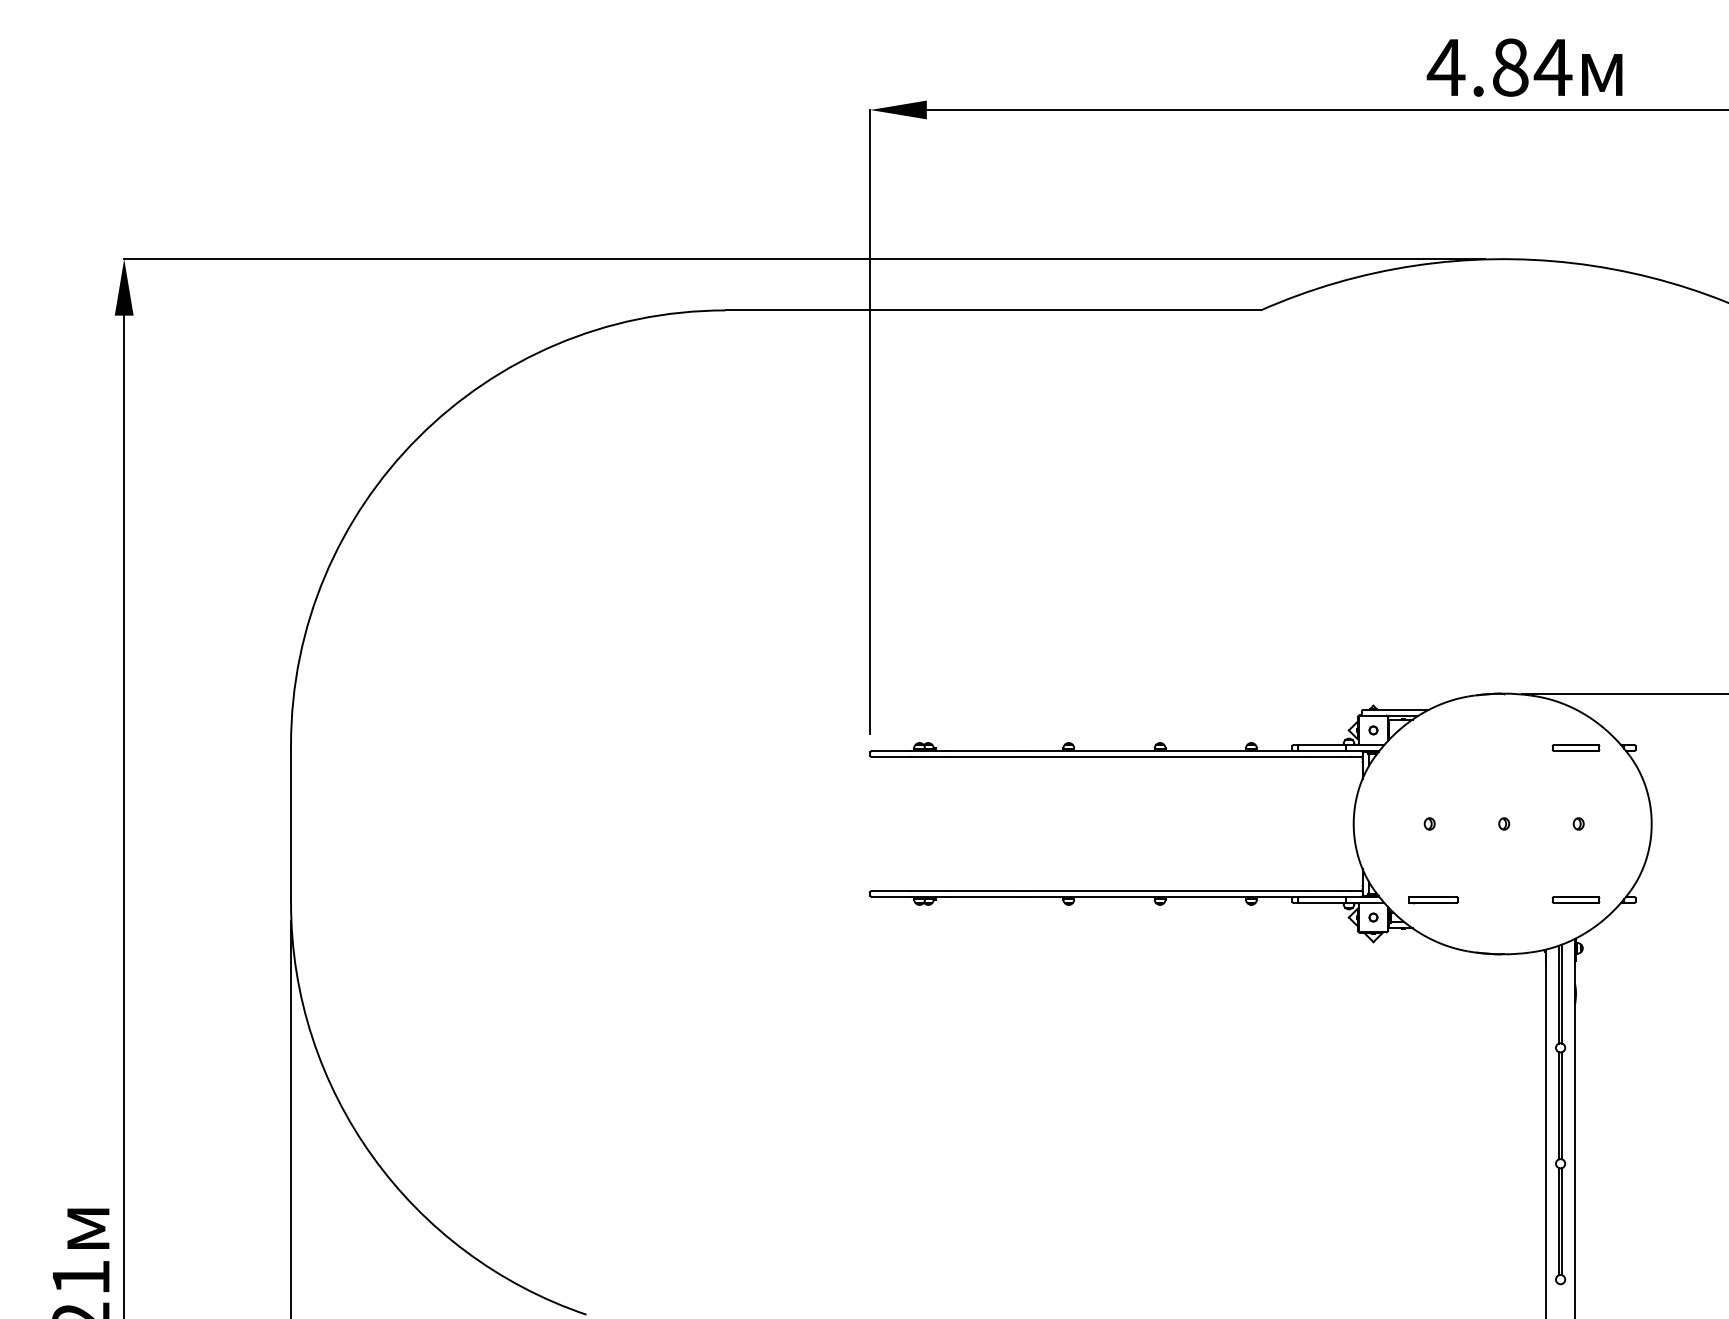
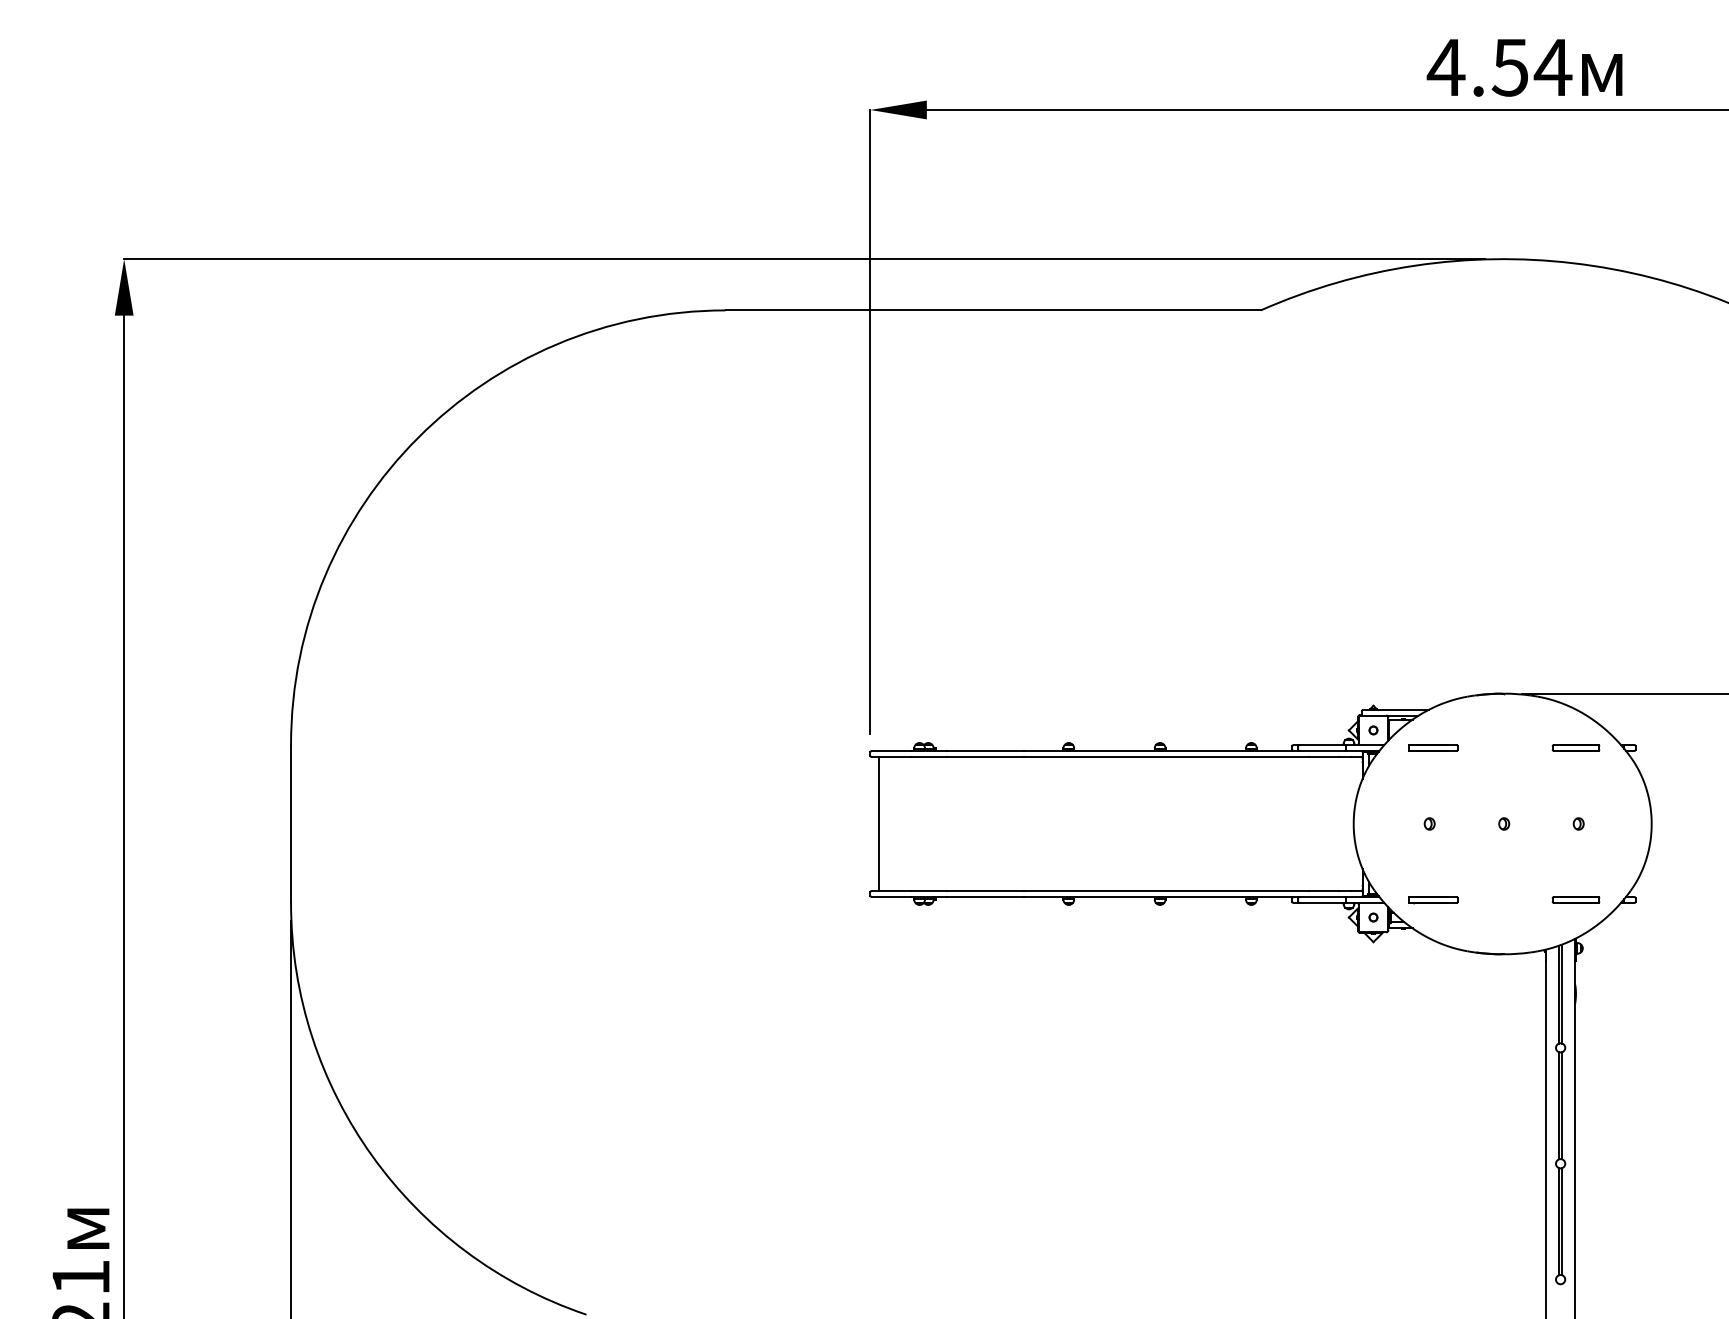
text at (1509, 67): 4.84 -> 4.54
part at (1433, 747): none -> present
line at (878, 823): none -> present
